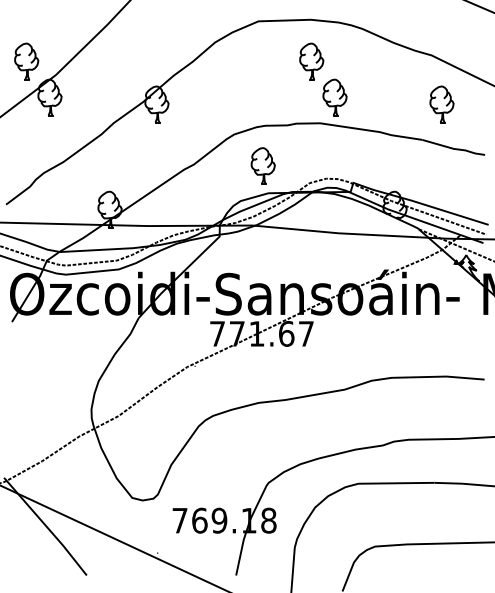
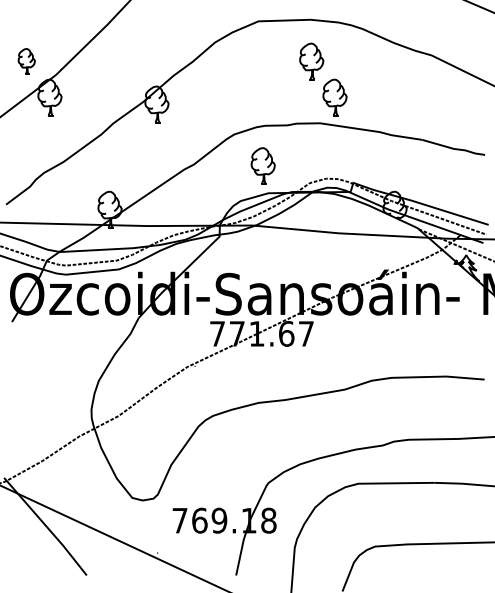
part at (26, 61) size: 26x39 px -> 19x27 px
part at (441, 104): present -> none
